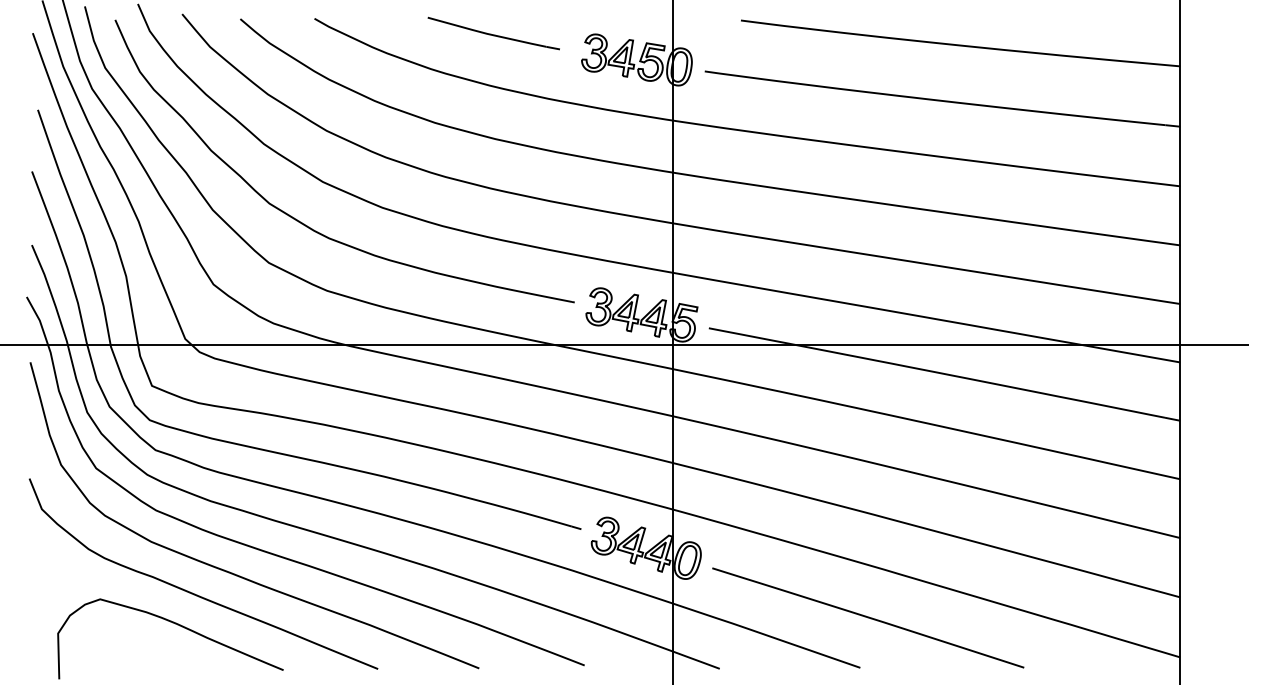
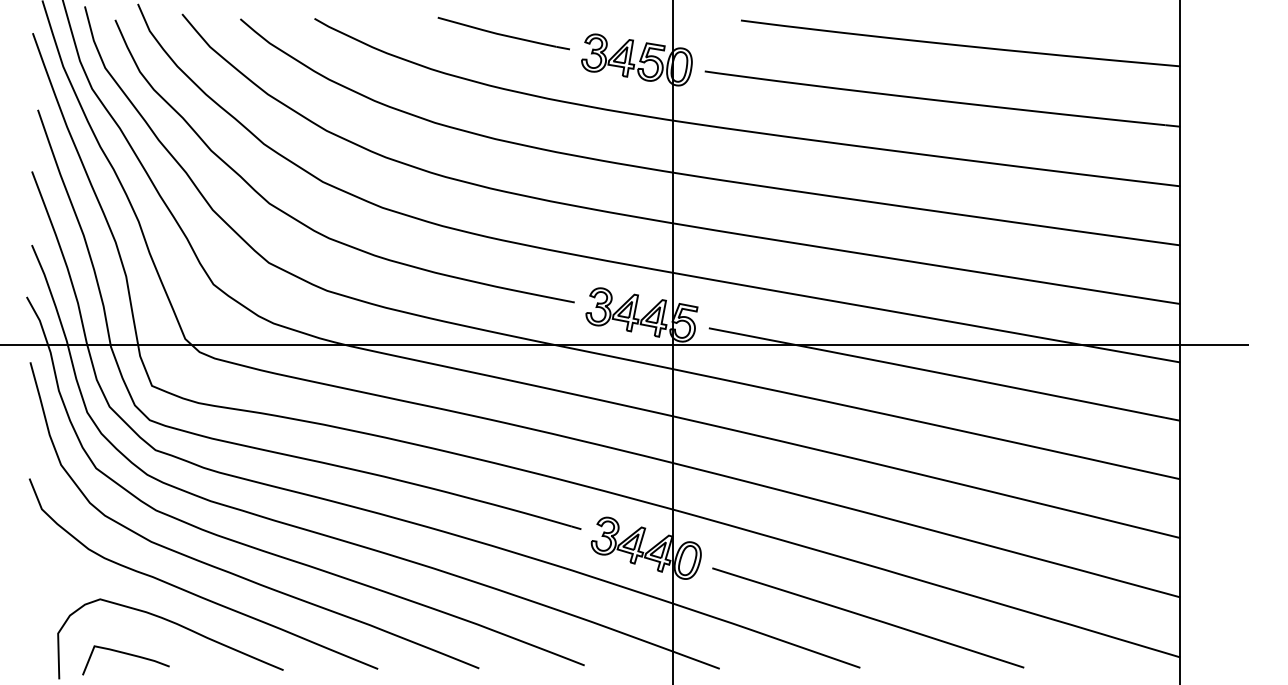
part at (493, 33) position: (493, 33) -> (503, 33)
curve at (125, 654): none -> present
